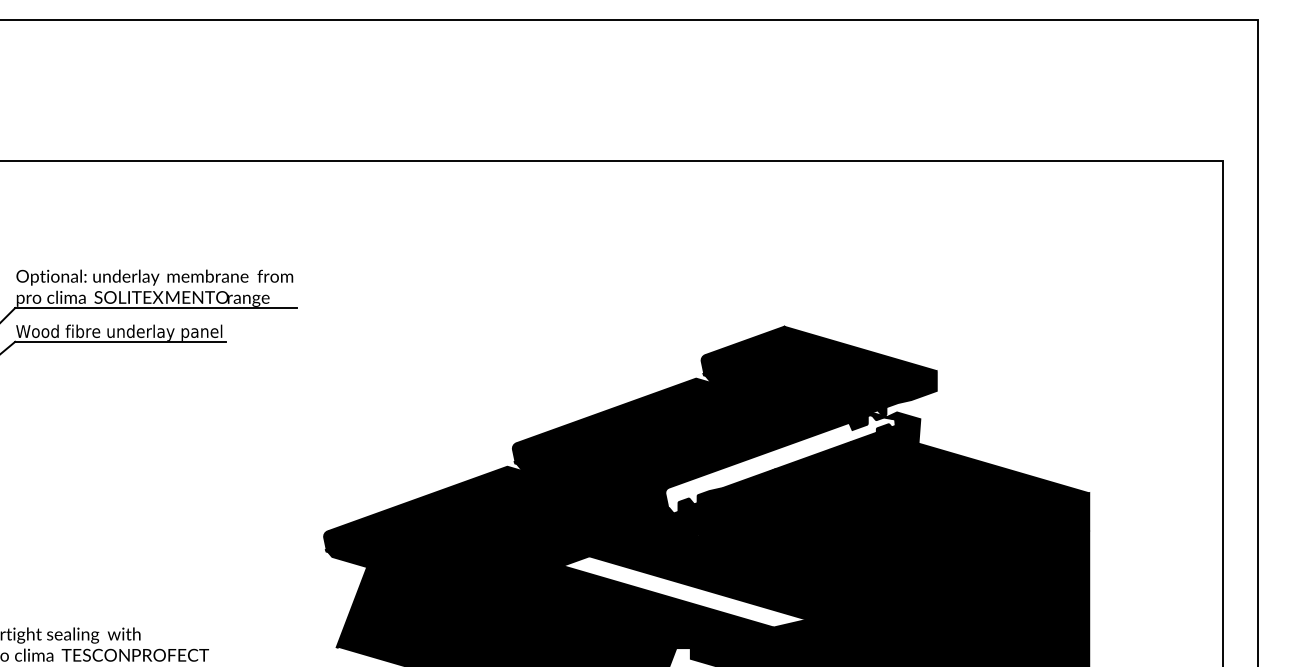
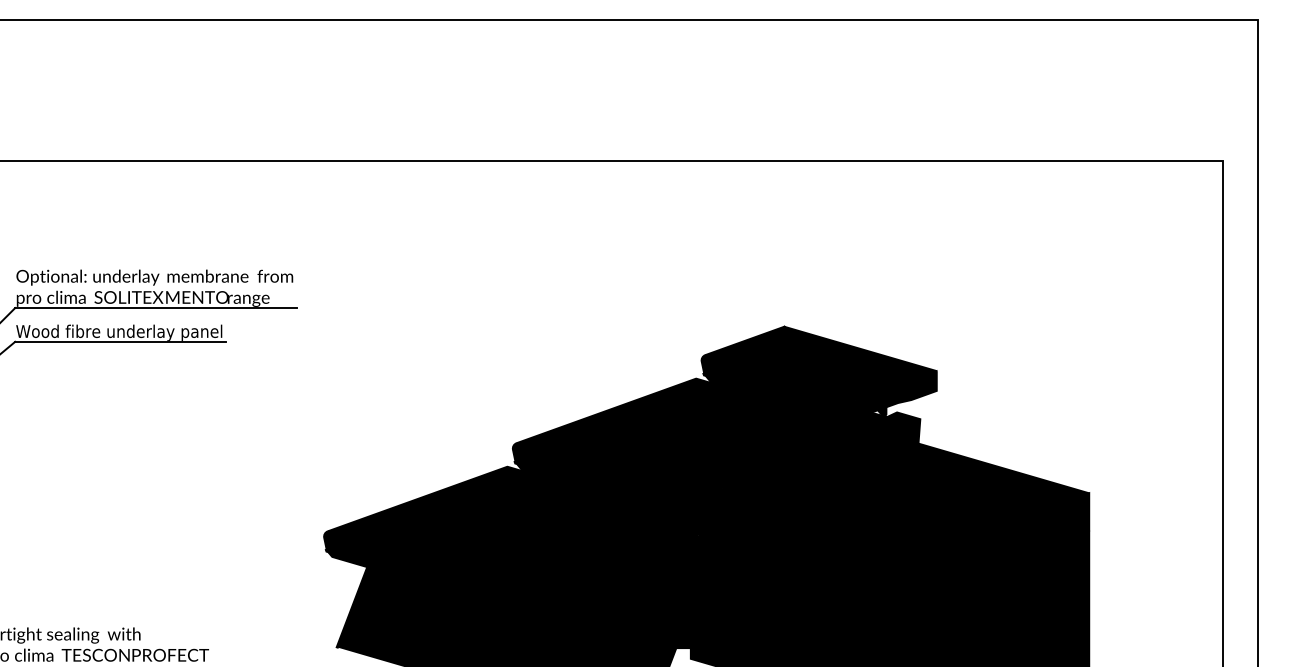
fill at (780, 464): none -> present
fill at (684, 591): none -> present
